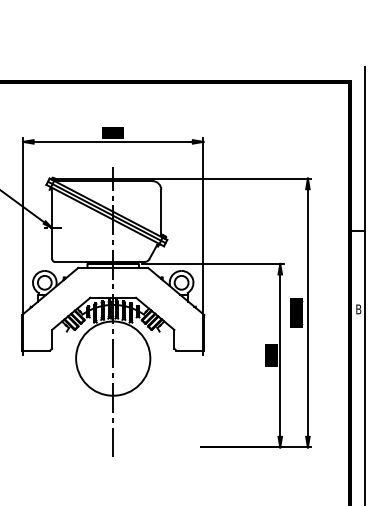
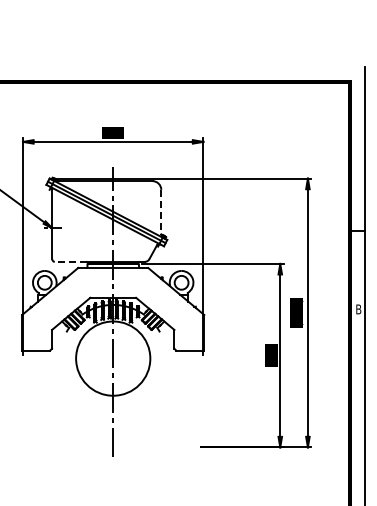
line at (161, 212): solid -> dashed
line at (70, 261): solid -> dashed
